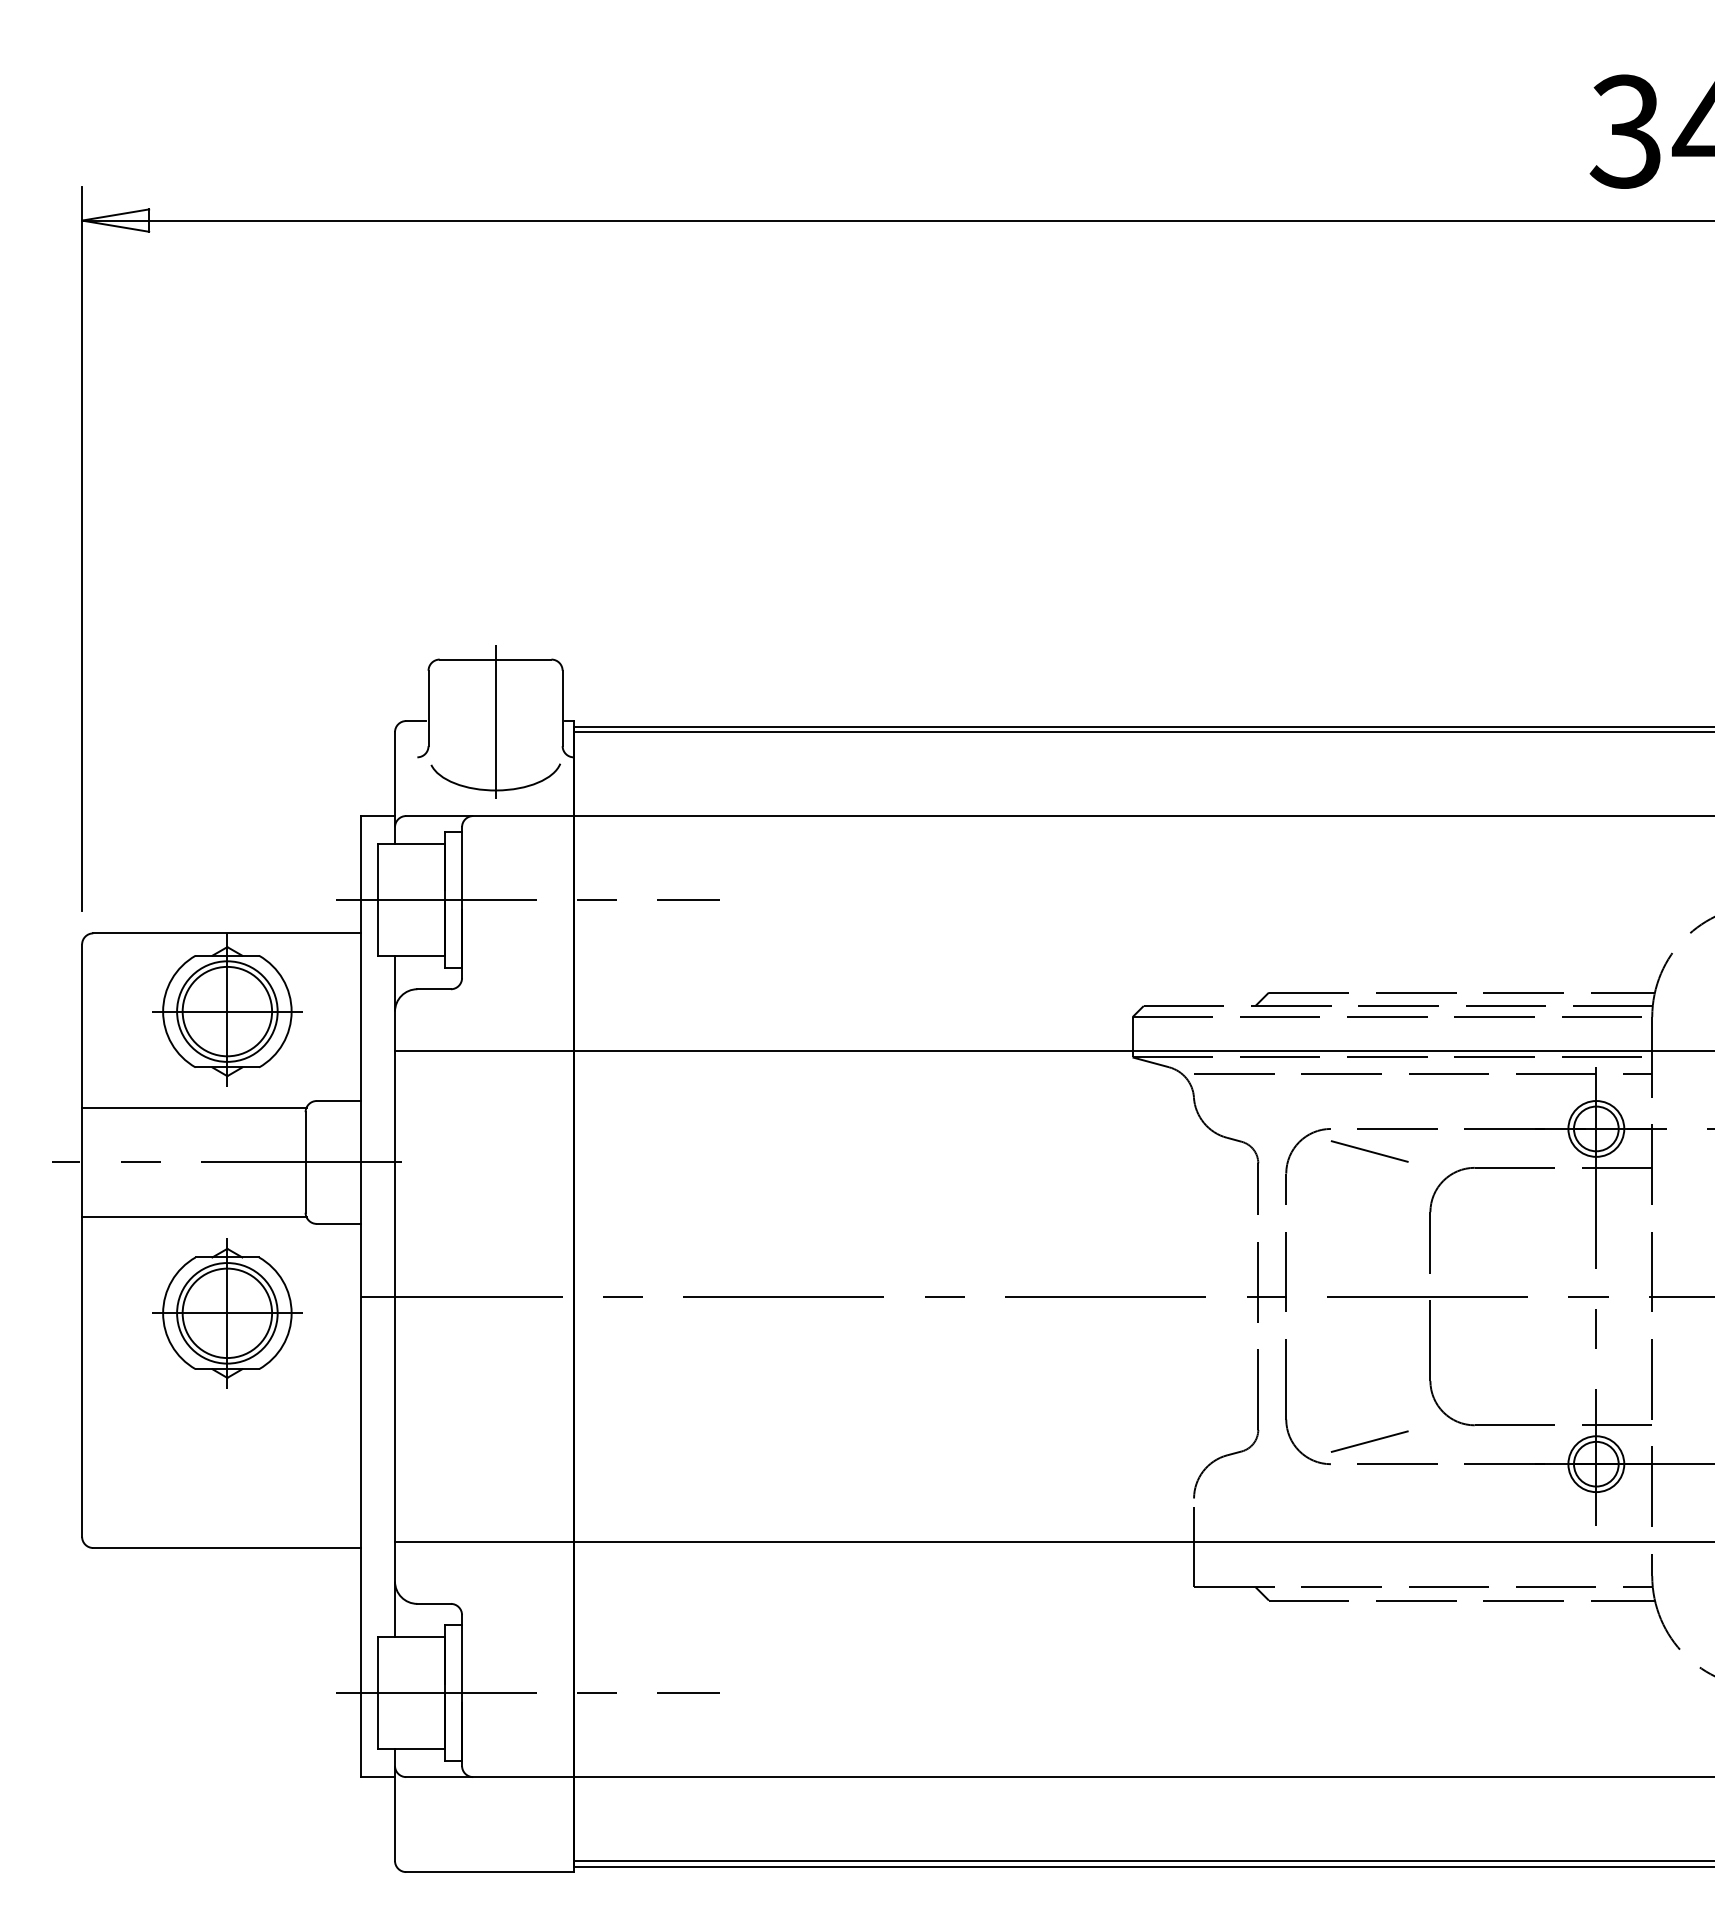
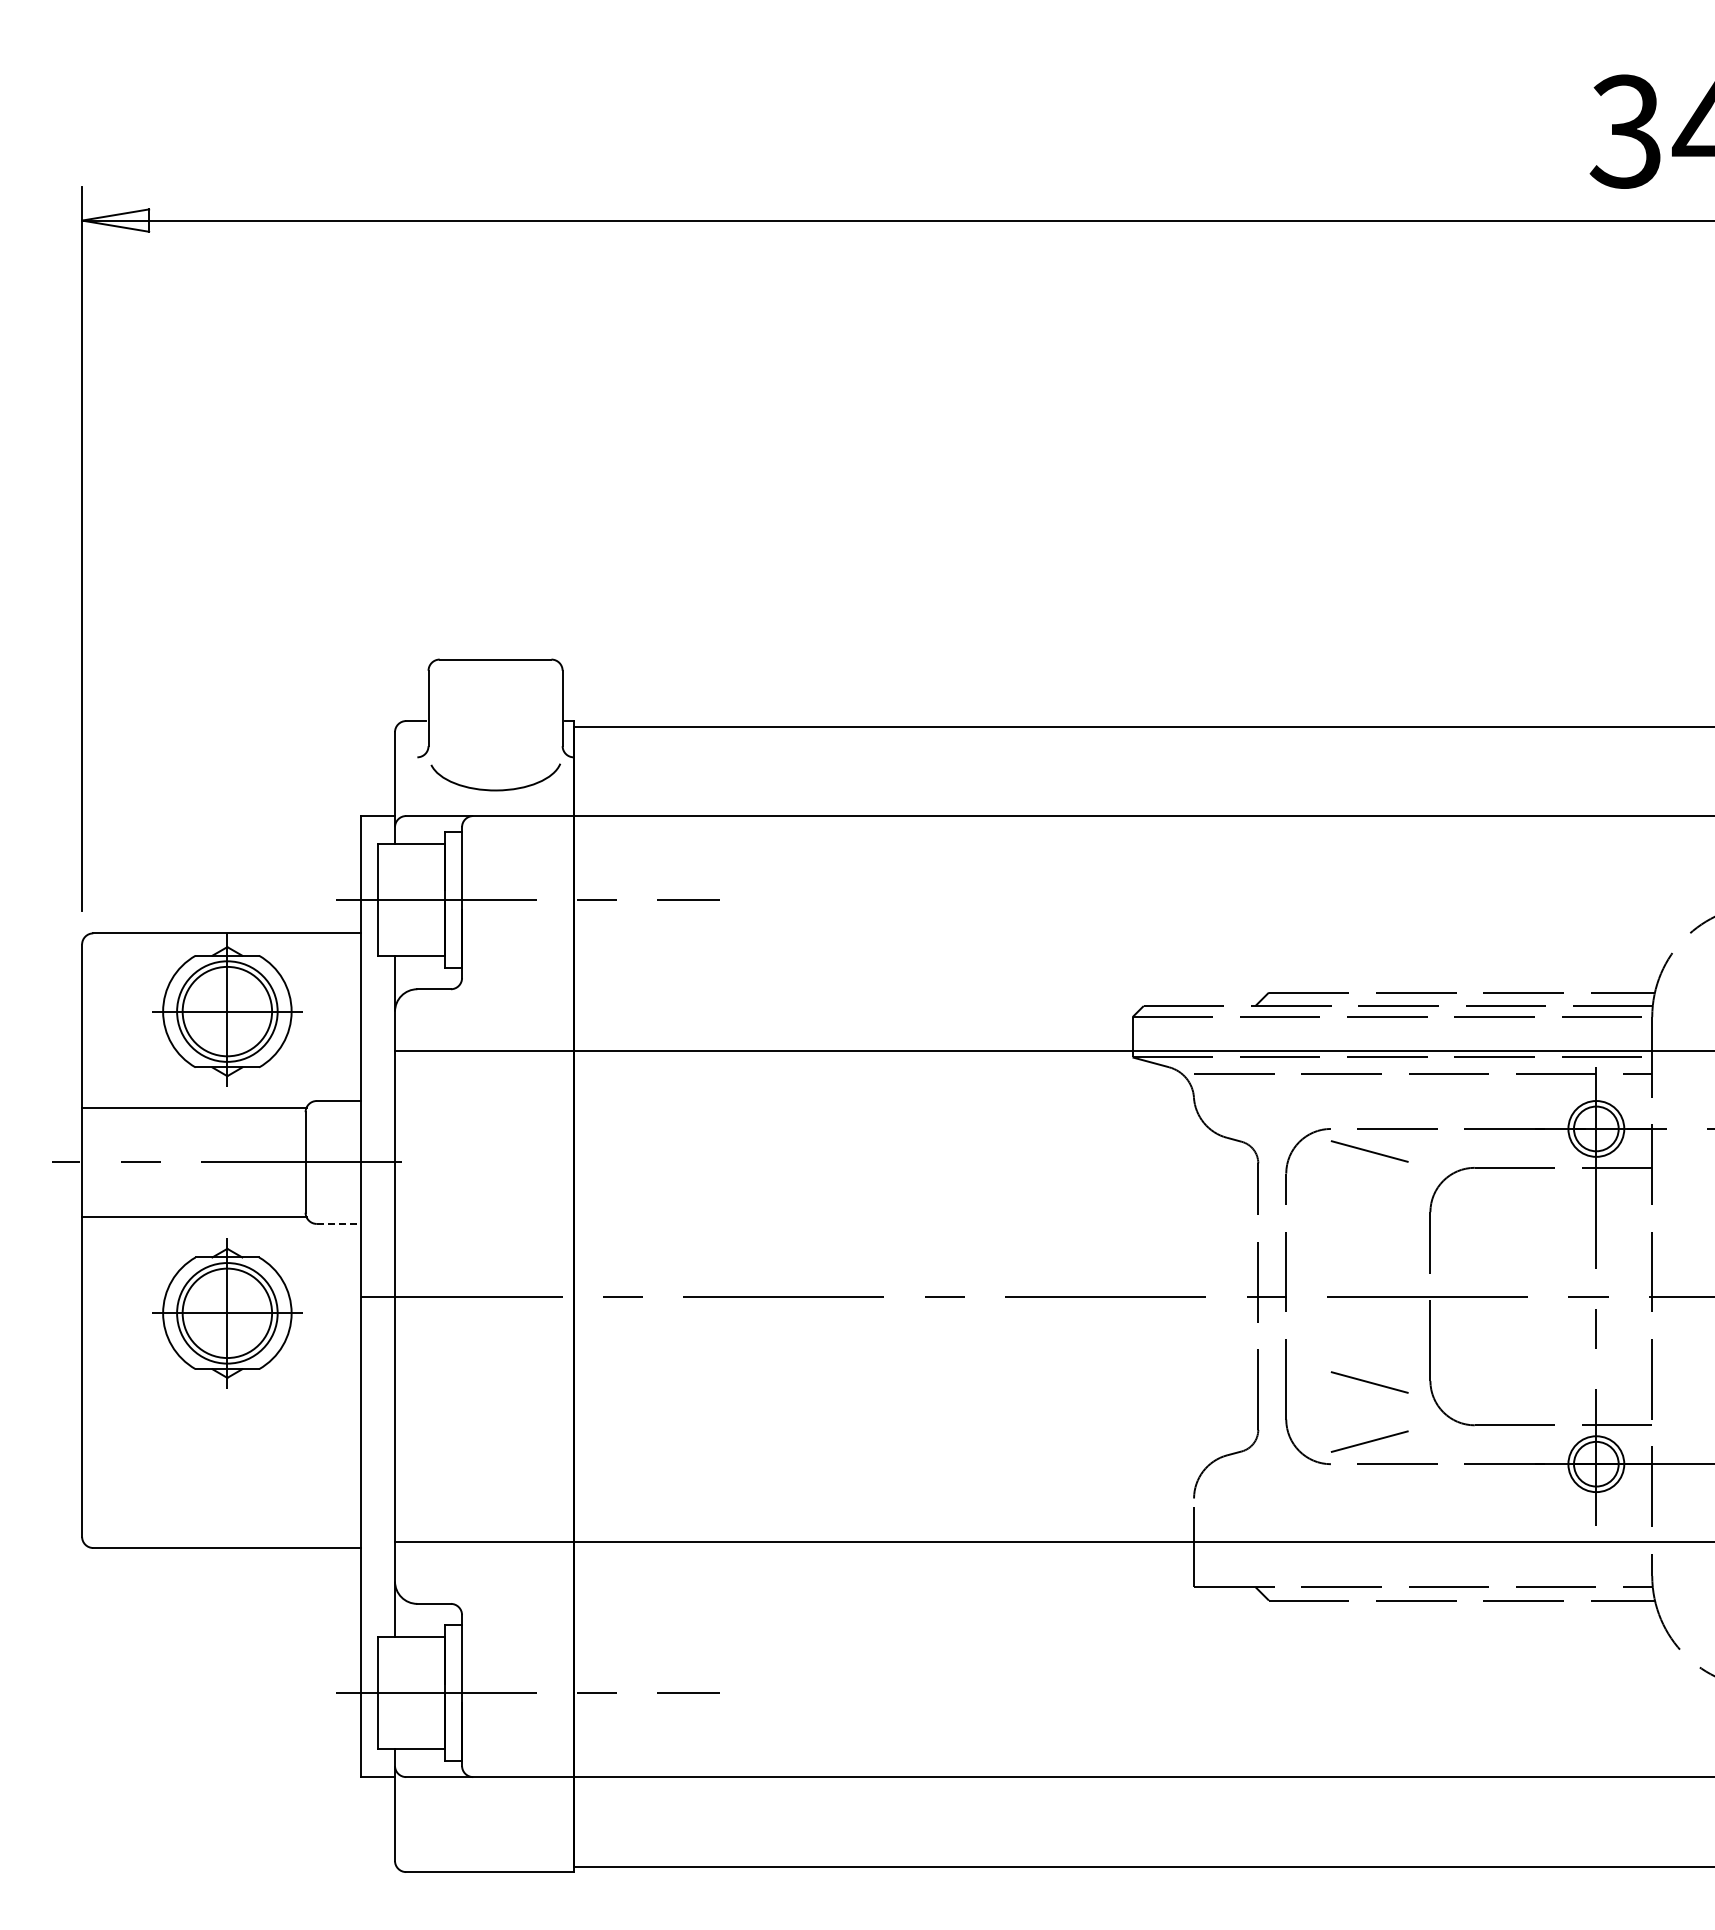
line at (495, 721): present -> none
line at (1142, 732): present -> none
line at (339, 1223): solid -> dashed
line at (1369, 1382): none -> present
line at (1142, 1860): present -> none
